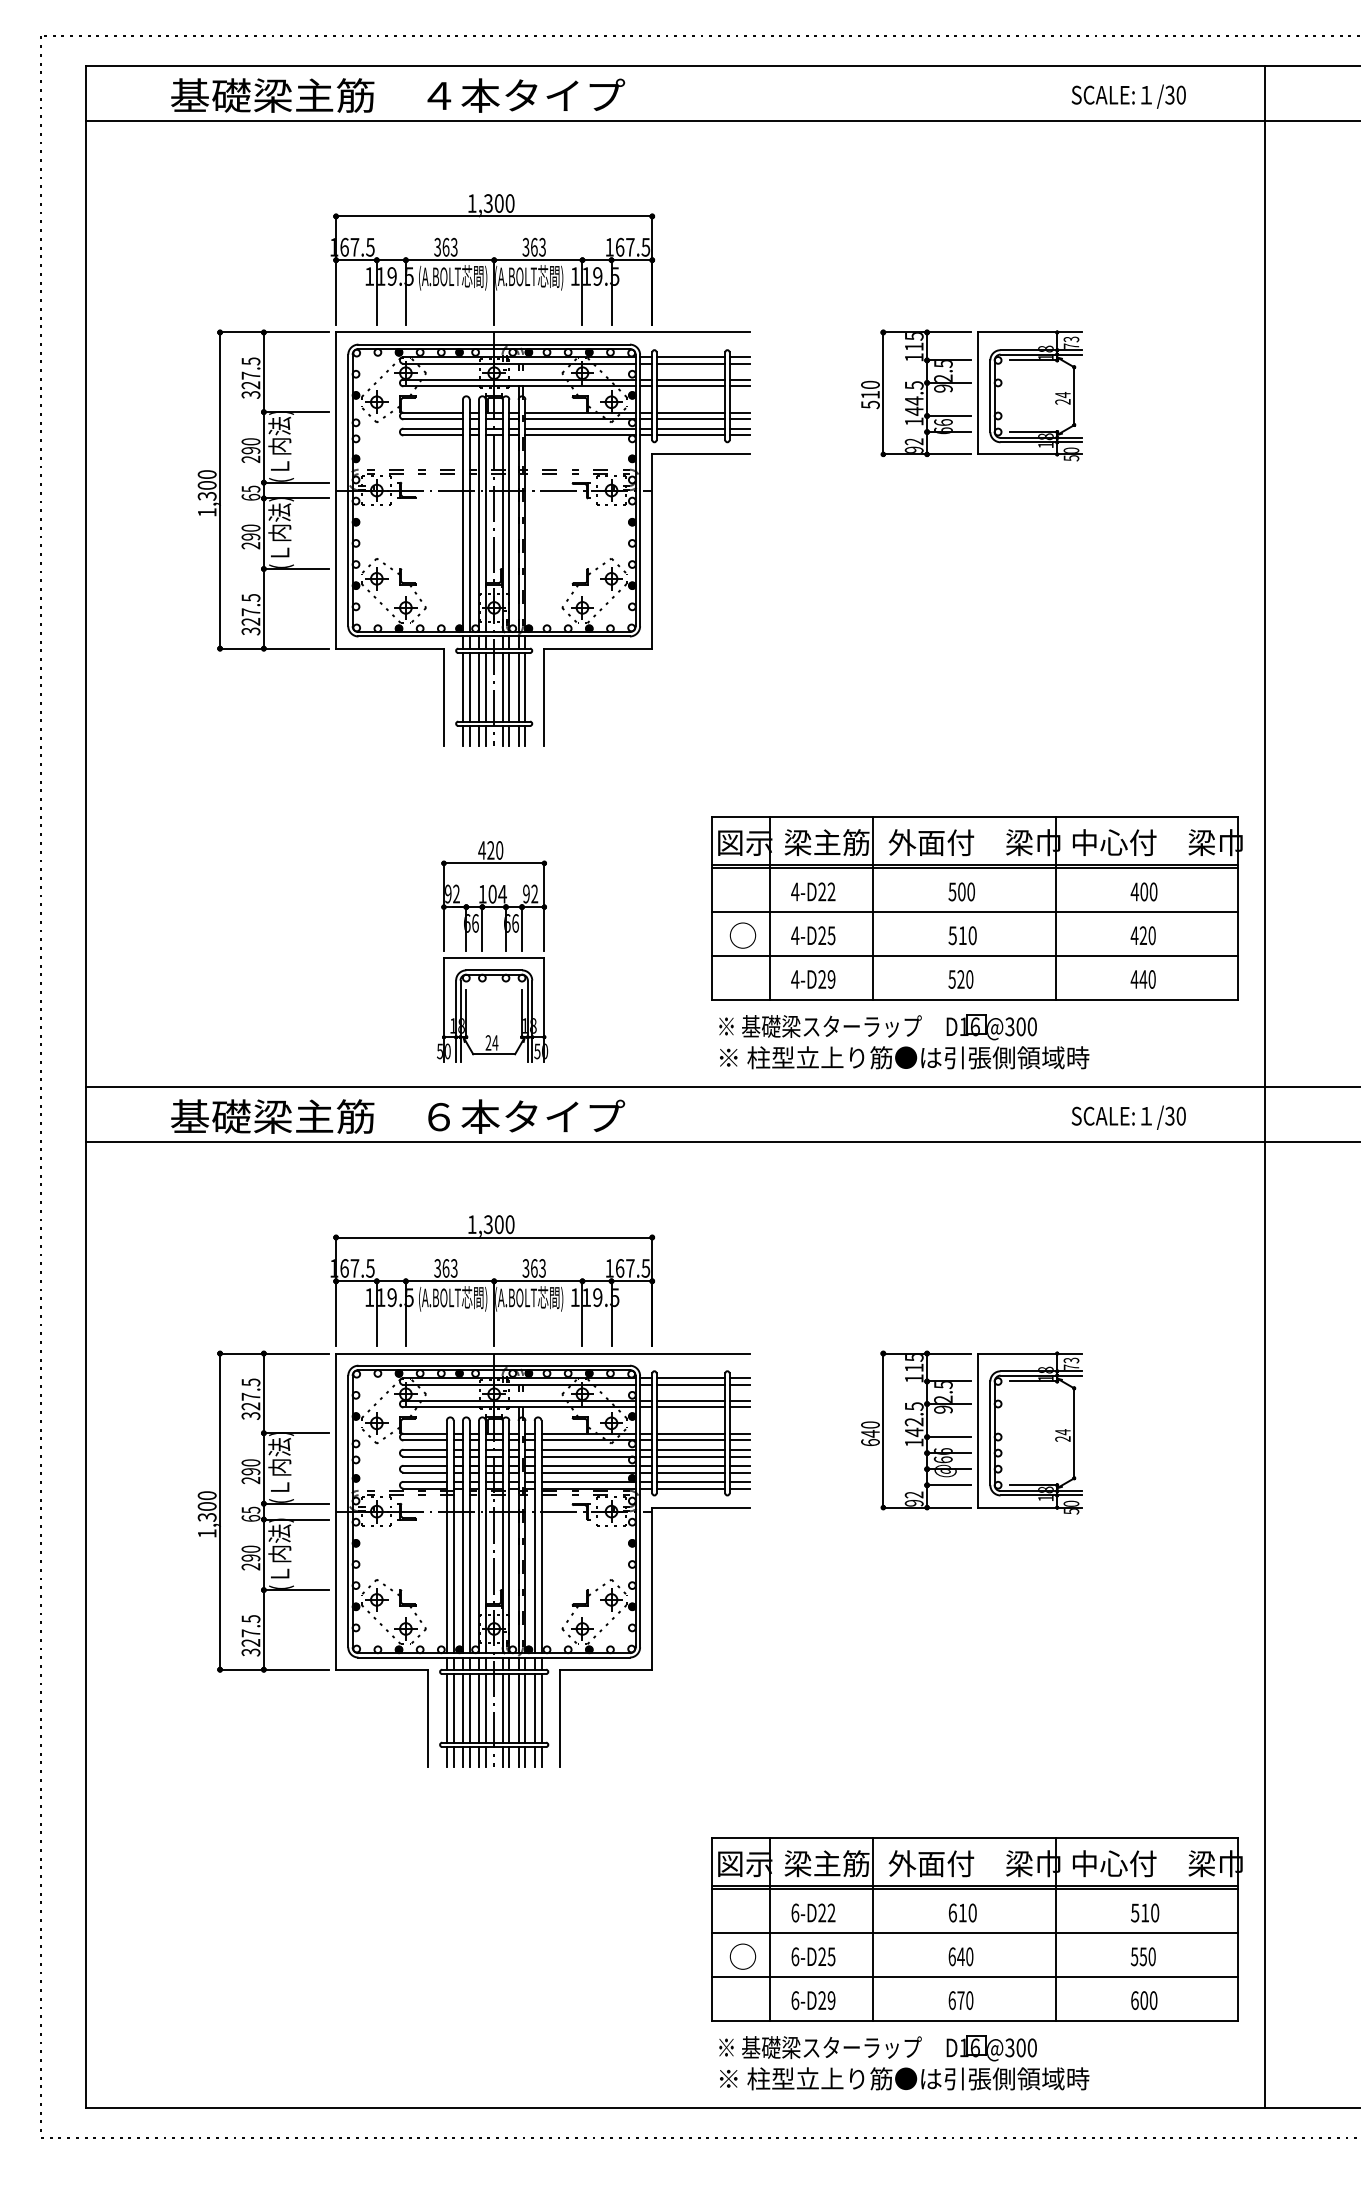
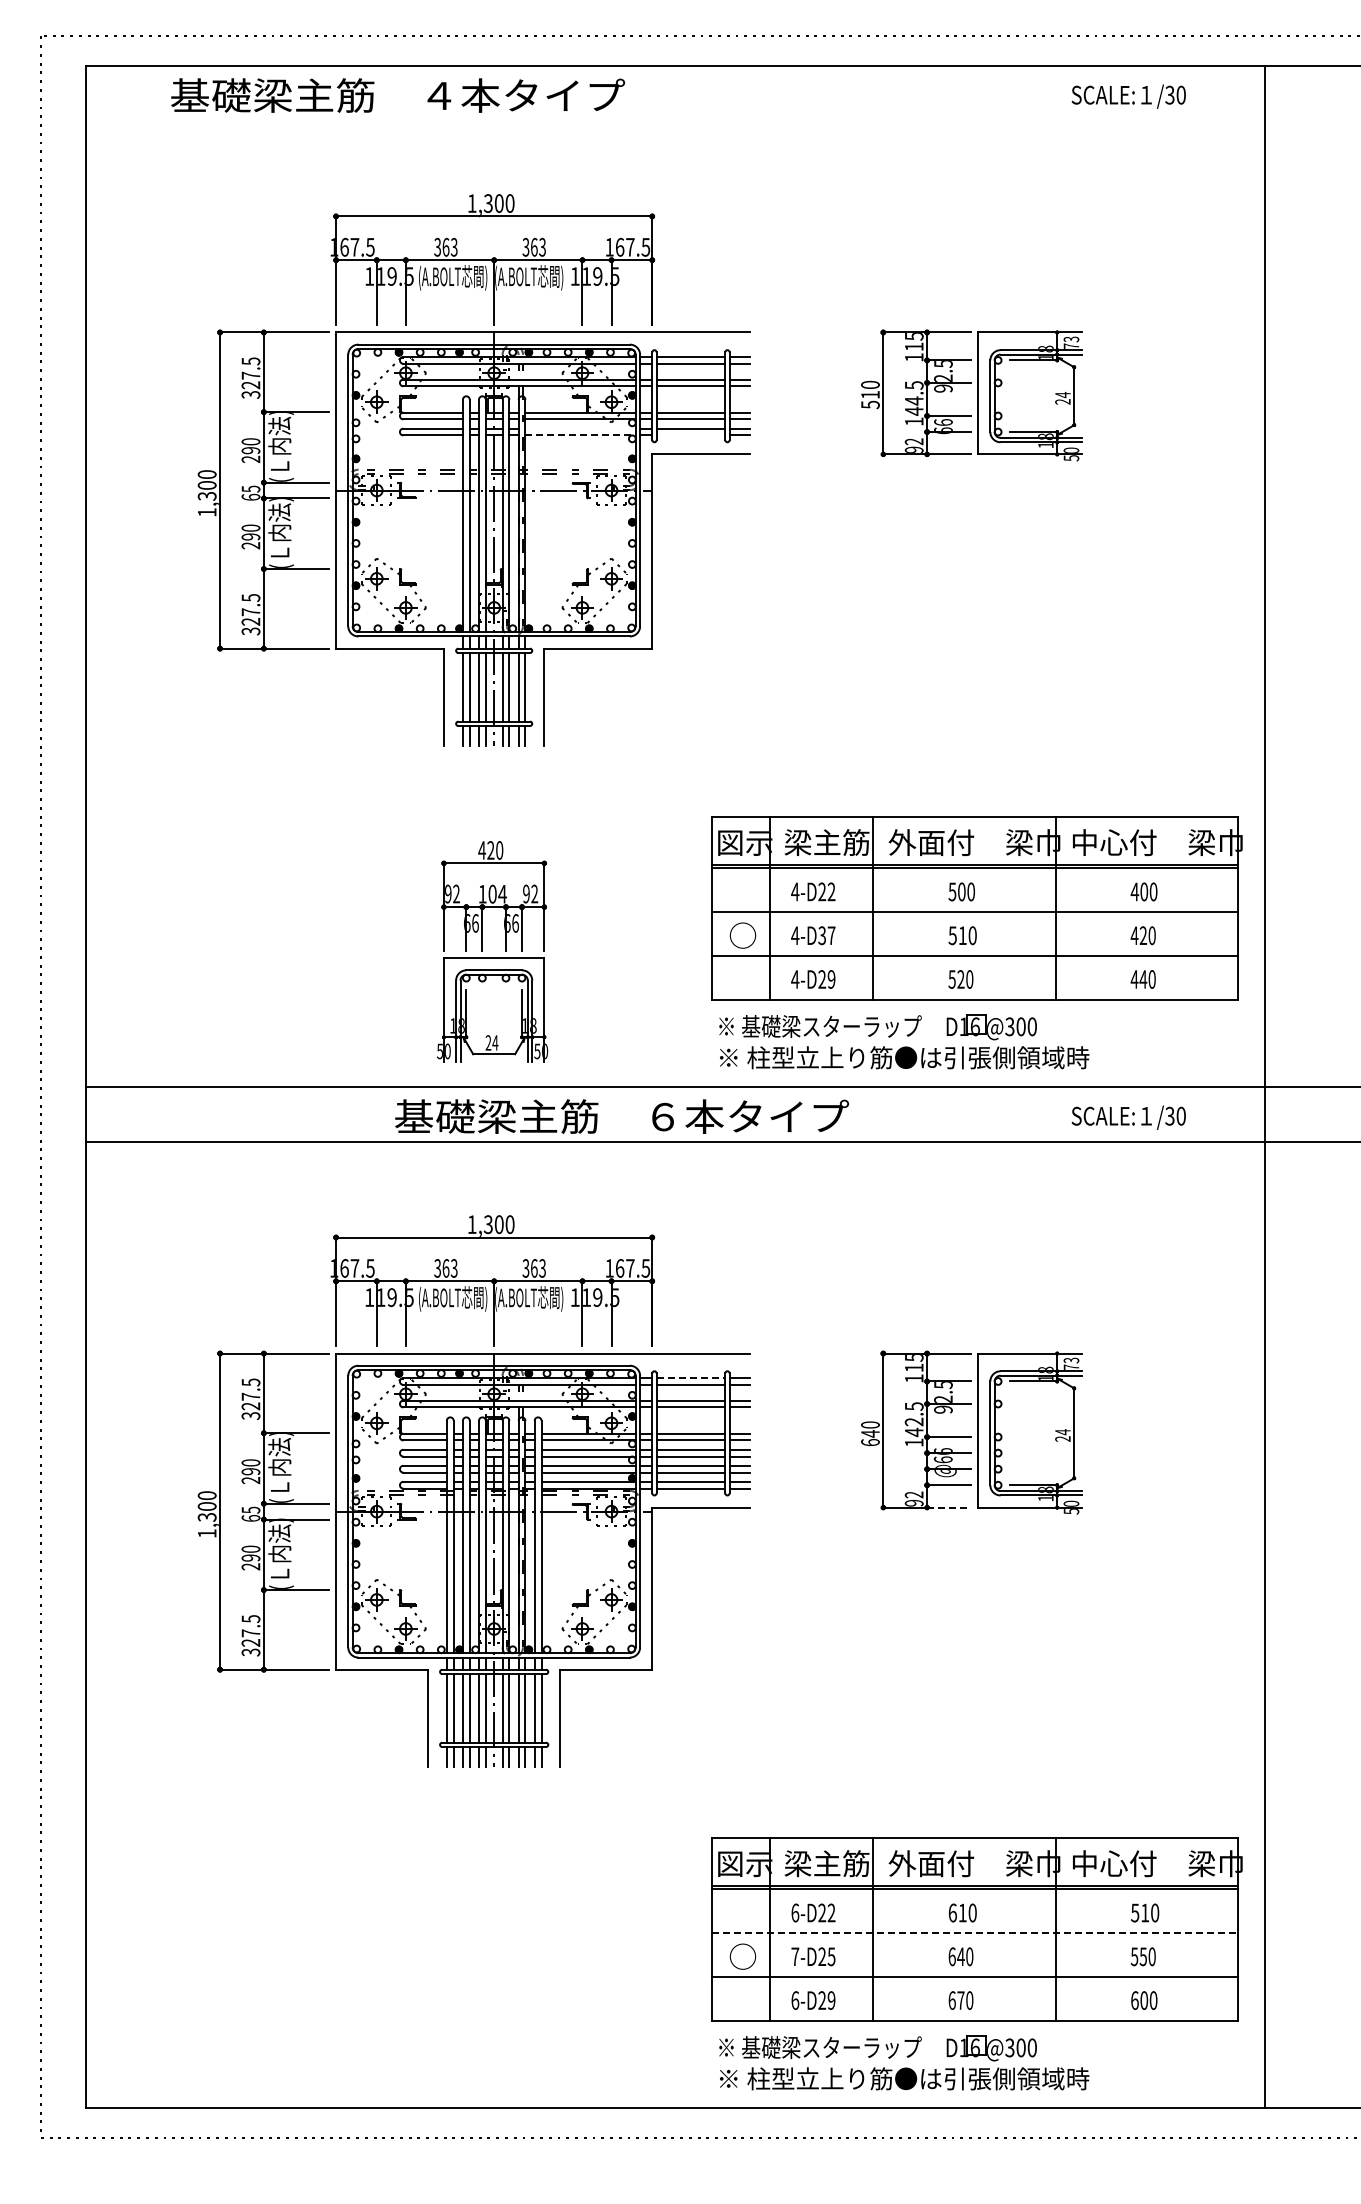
line at (721, 120): present -> none
line at (580, 428): present -> none
line at (581, 435): solid -> dashed
line at (690, 435): present -> none
text at (826, 935): 4-D25 -> 4-D37
text at (398, 1116) position: (398, 1116) -> (622, 1116)
line at (691, 1378): solid -> dashed
line at (949, 1507): solid -> dashed
line at (974, 1933): solid -> dashed
text at (795, 1956): 6-D25 -> 7-D25
